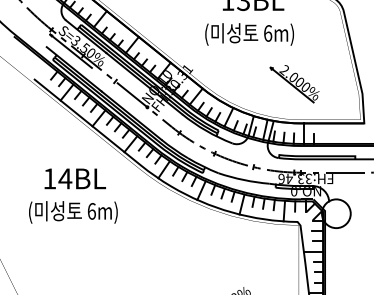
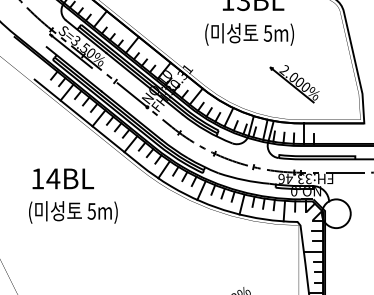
text at (267, 33): 6m) -> 5m)
text at (74, 178) position: (74, 178) -> (62, 178)
text at (91, 211): 6m) -> 5m)
